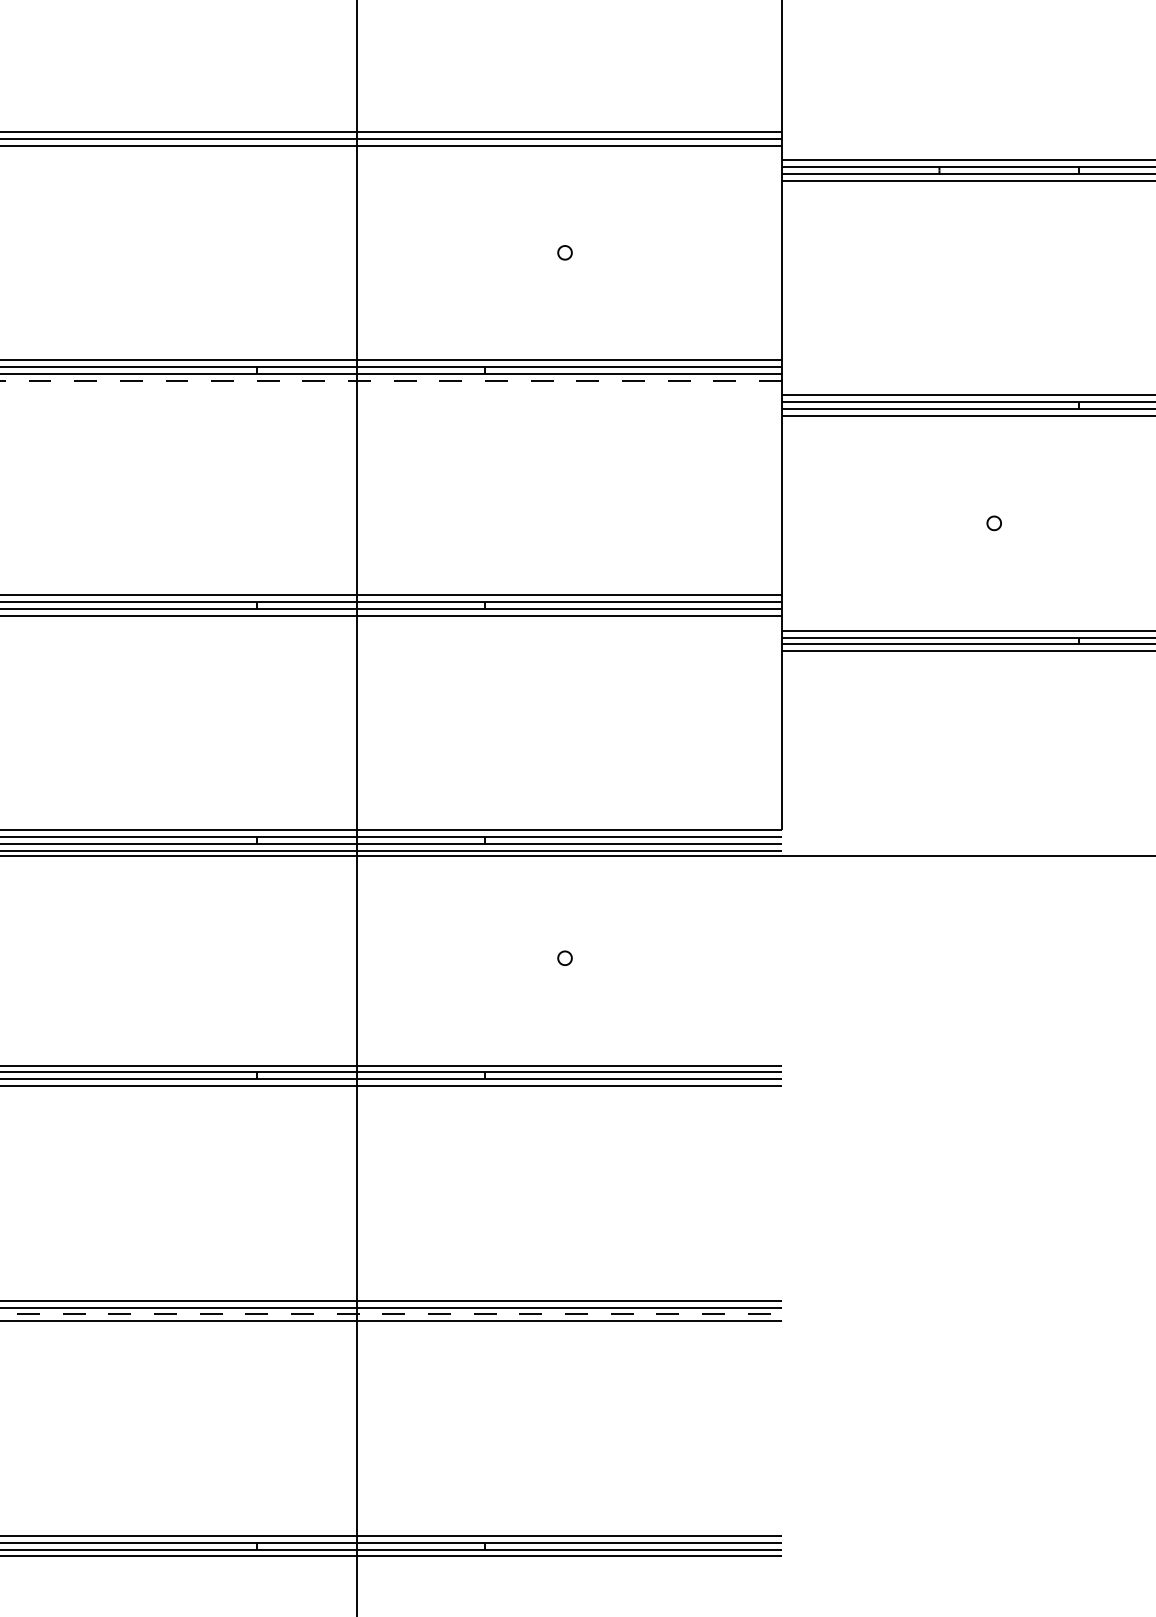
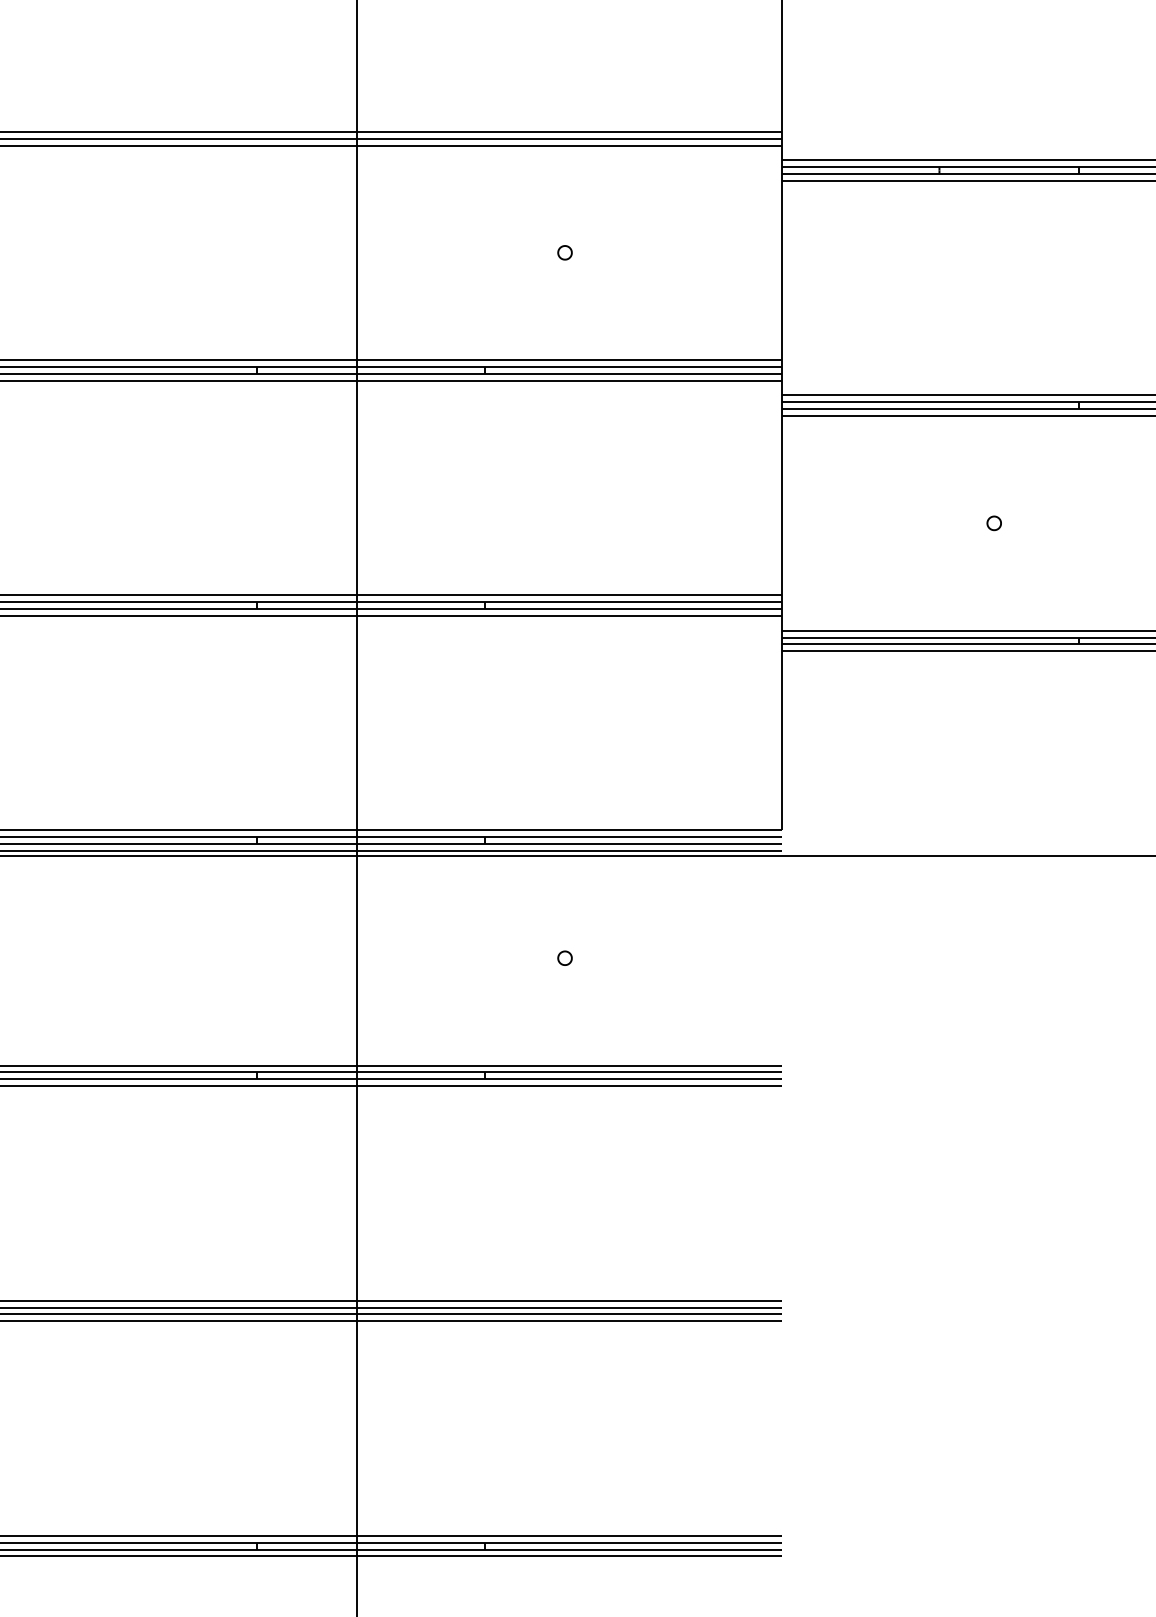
line at (390, 380): dashed -> solid
line at (391, 1314): dashed -> solid
